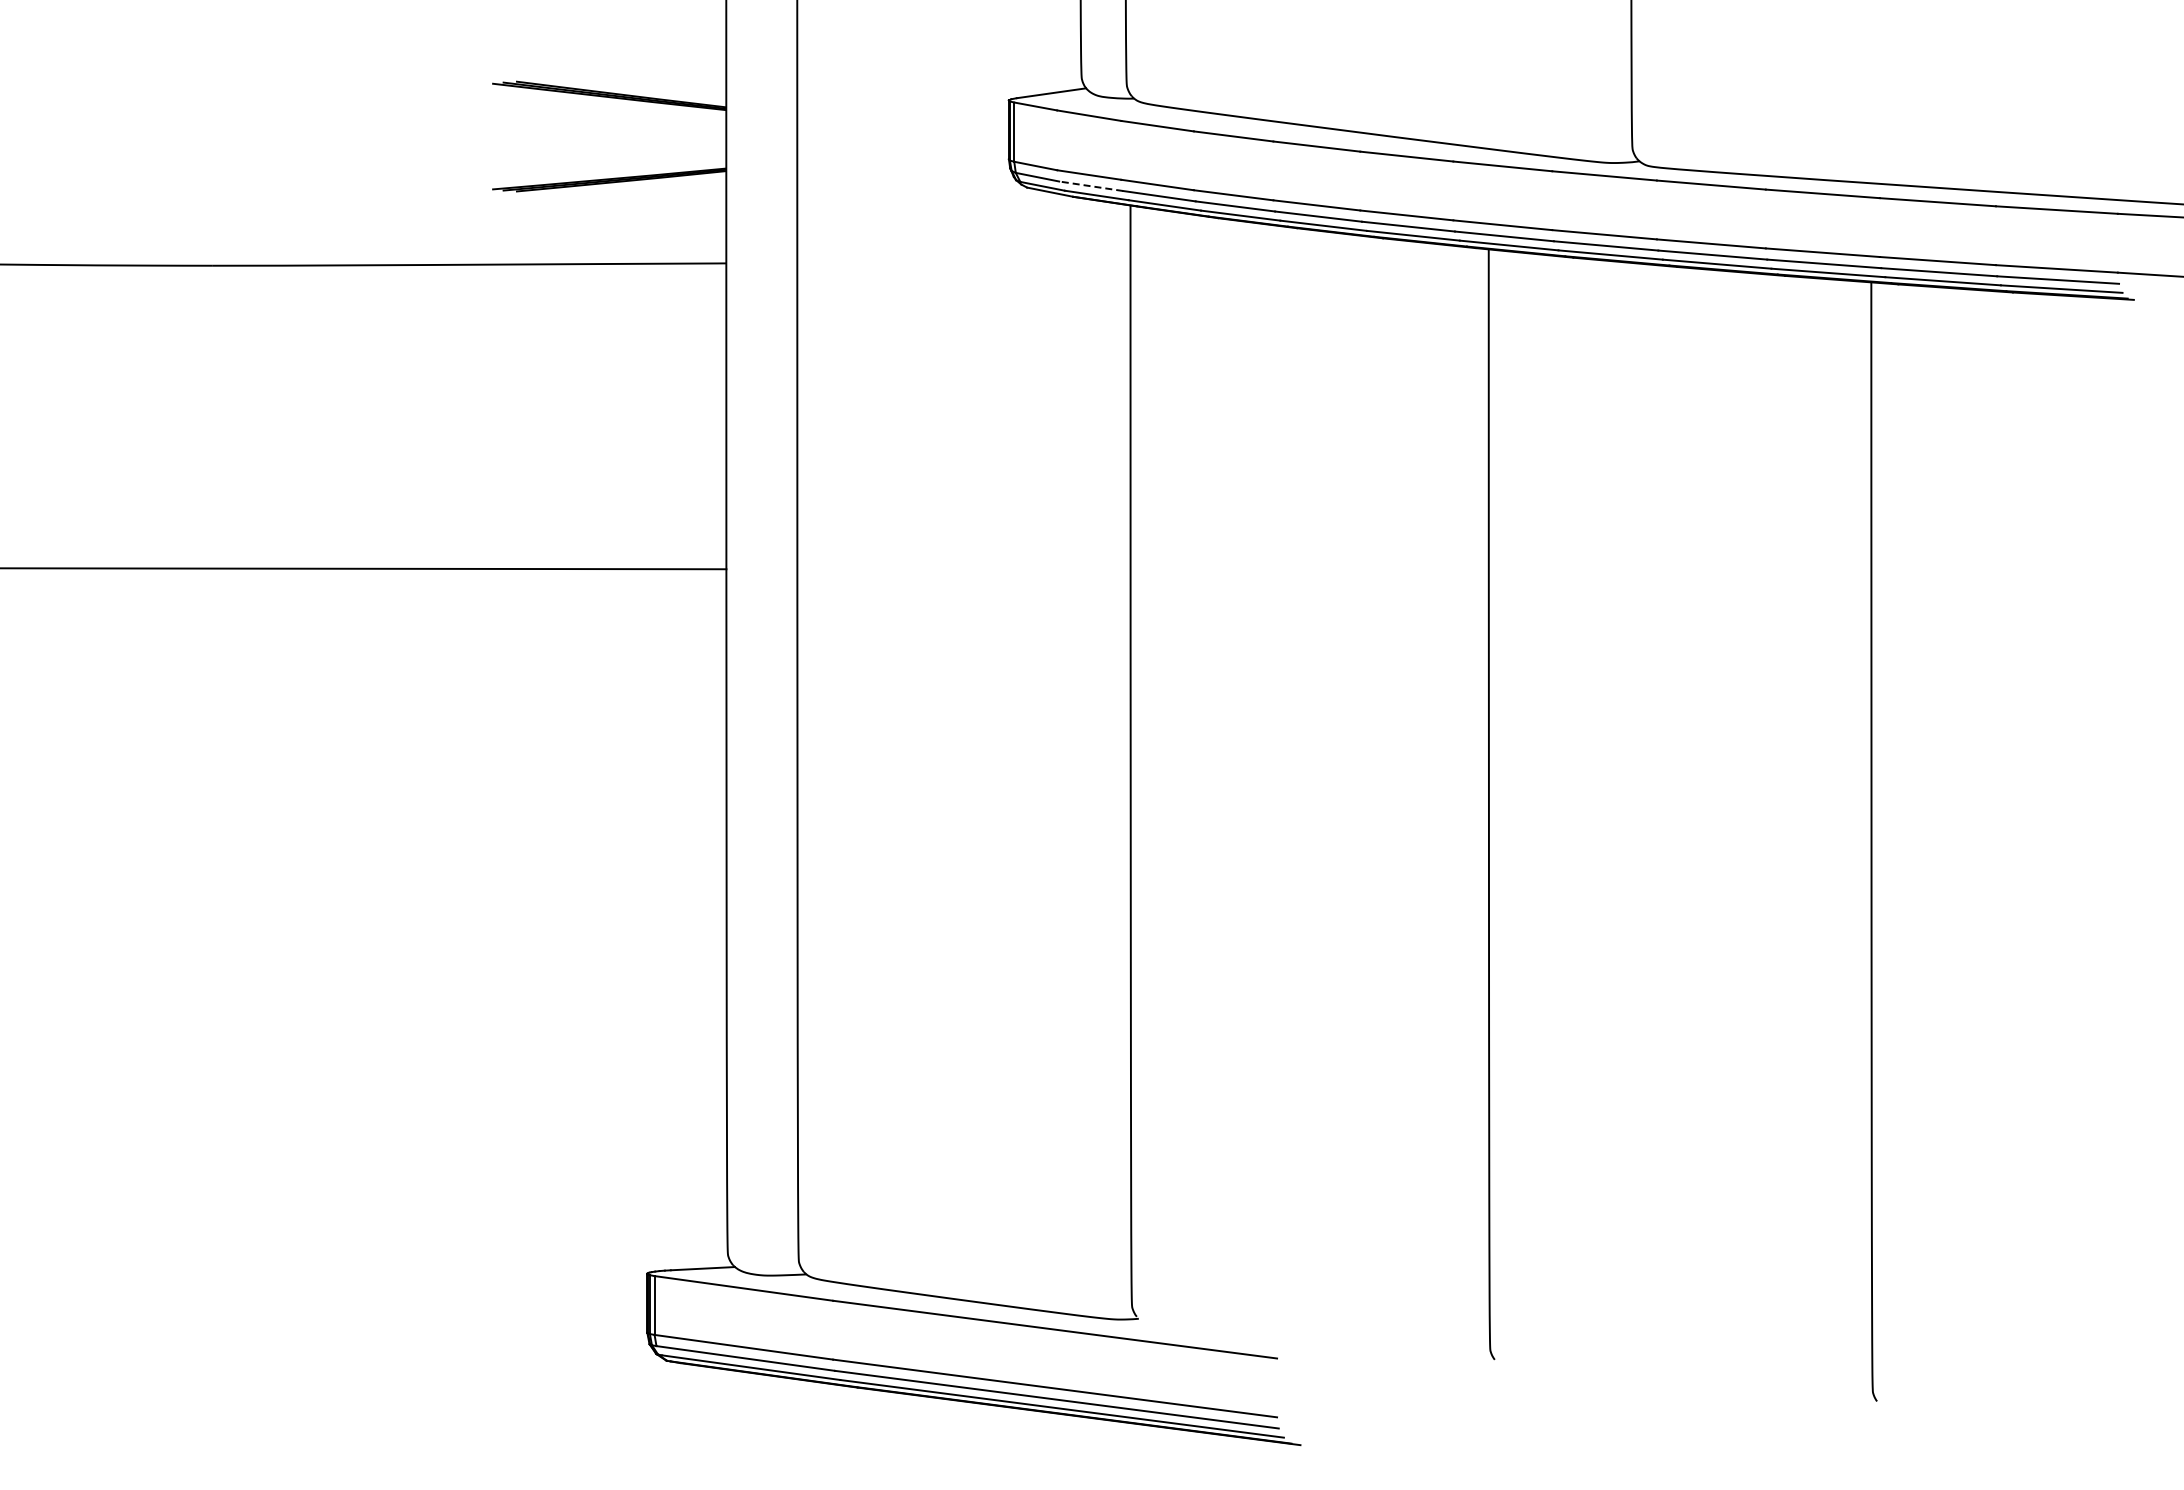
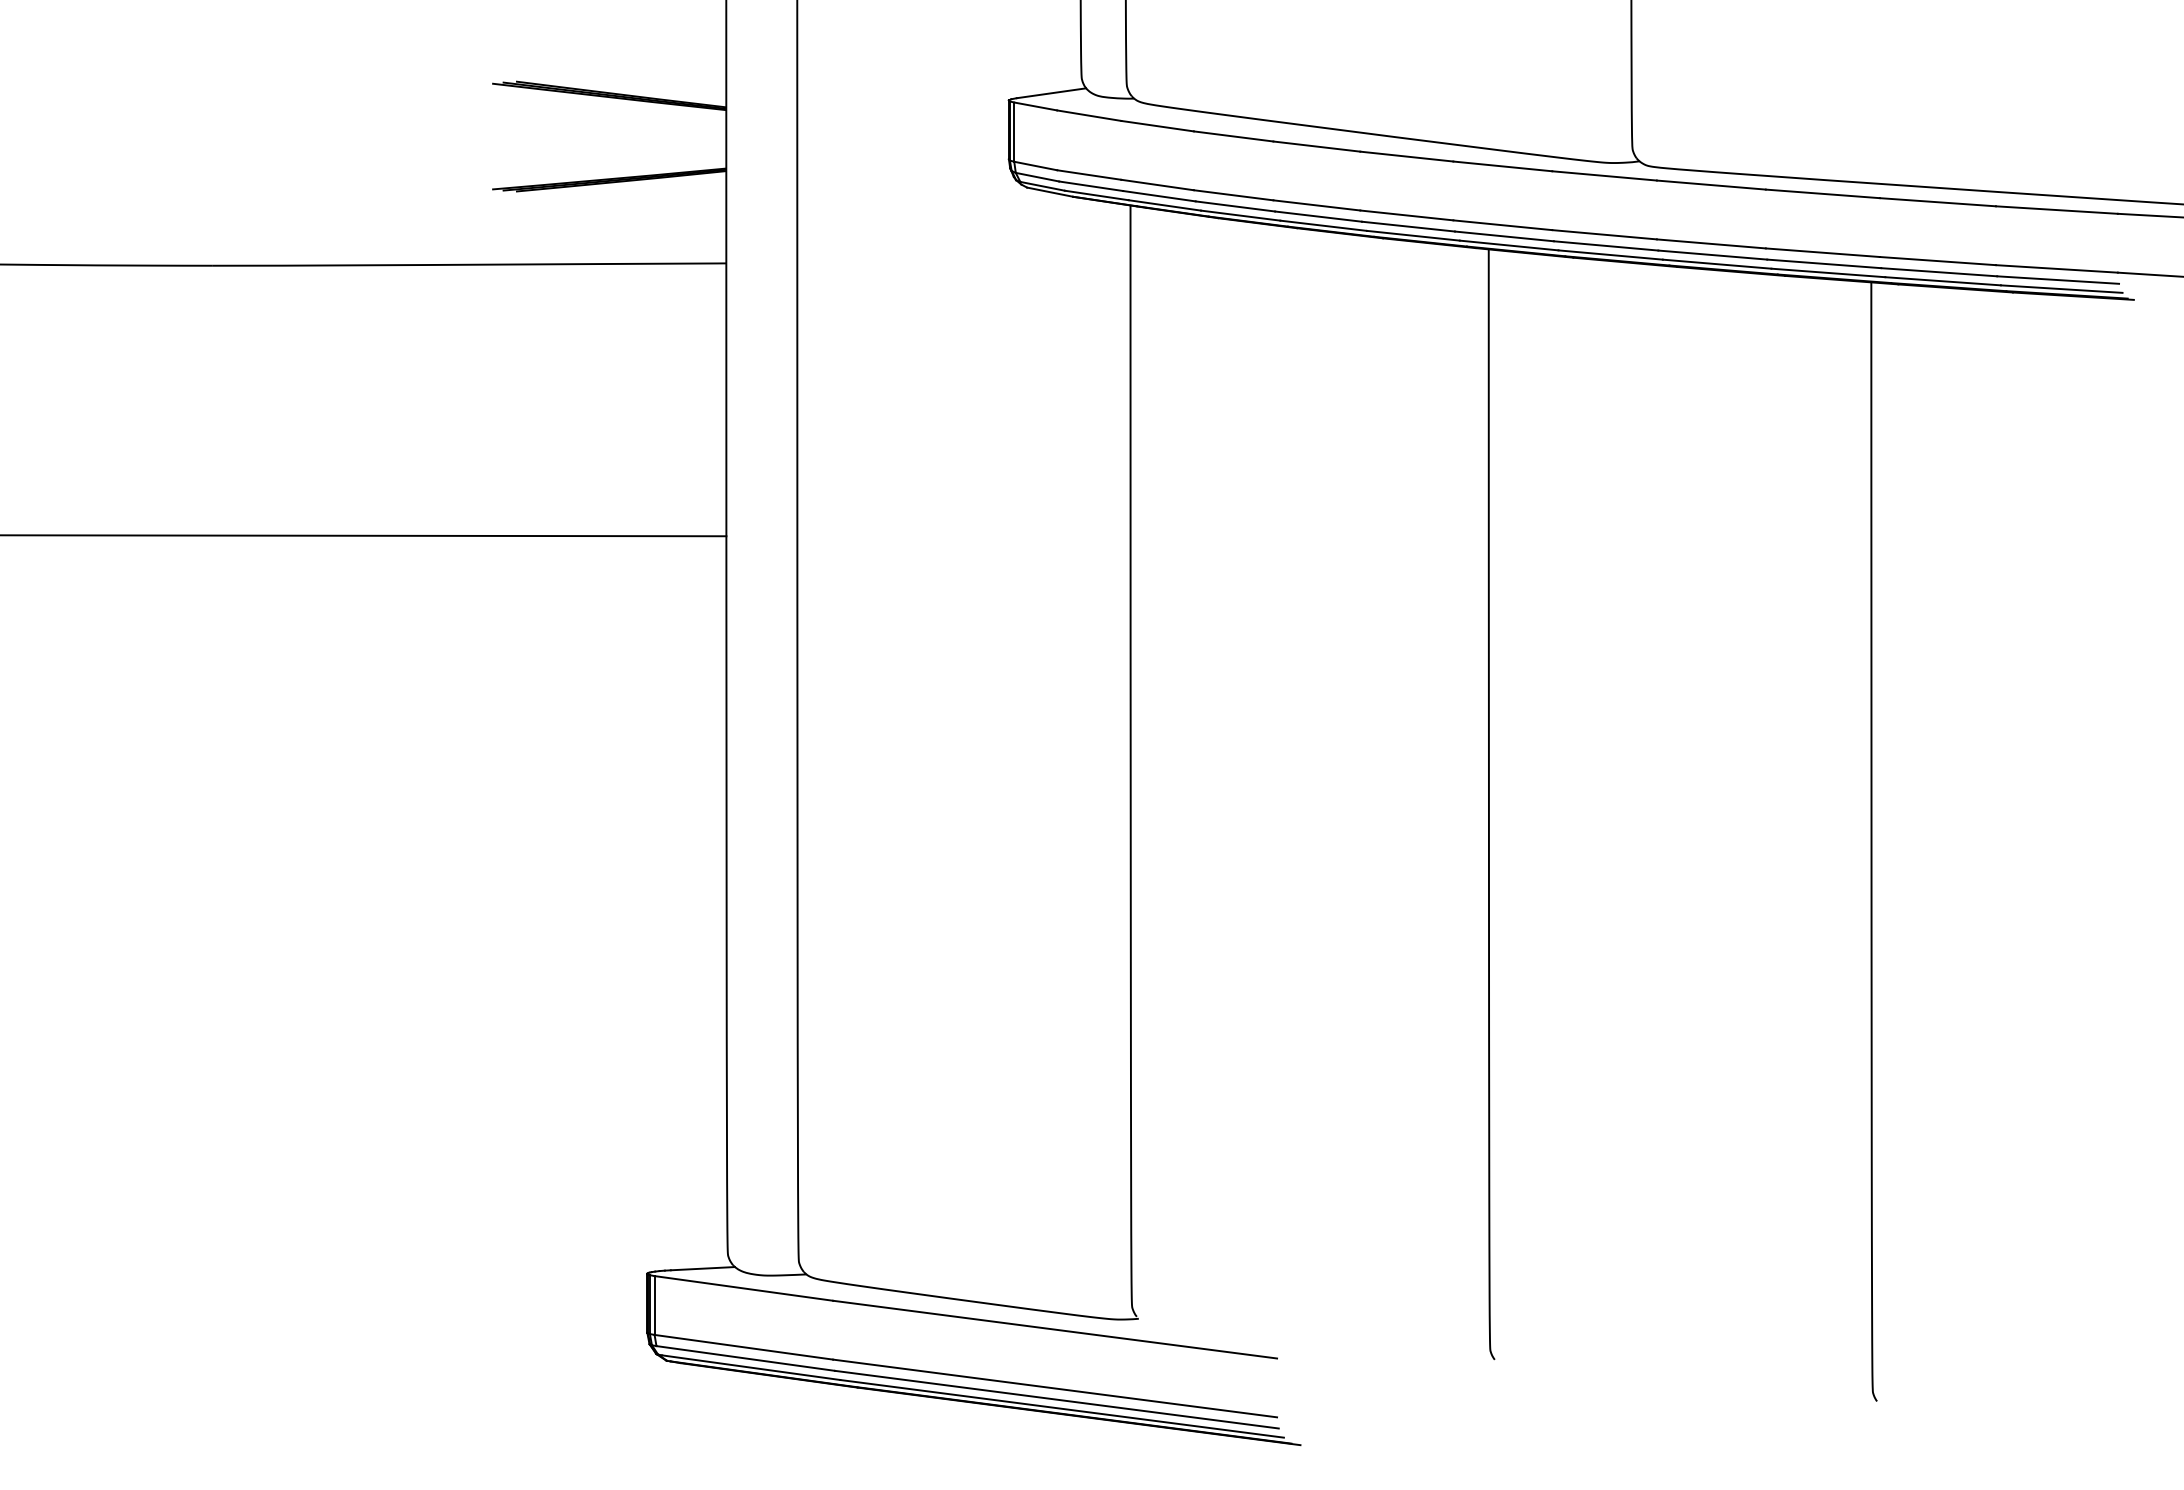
line at (1090, 186): dashed -> solid
line at (364, 568) position: (364, 568) -> (364, 535)
